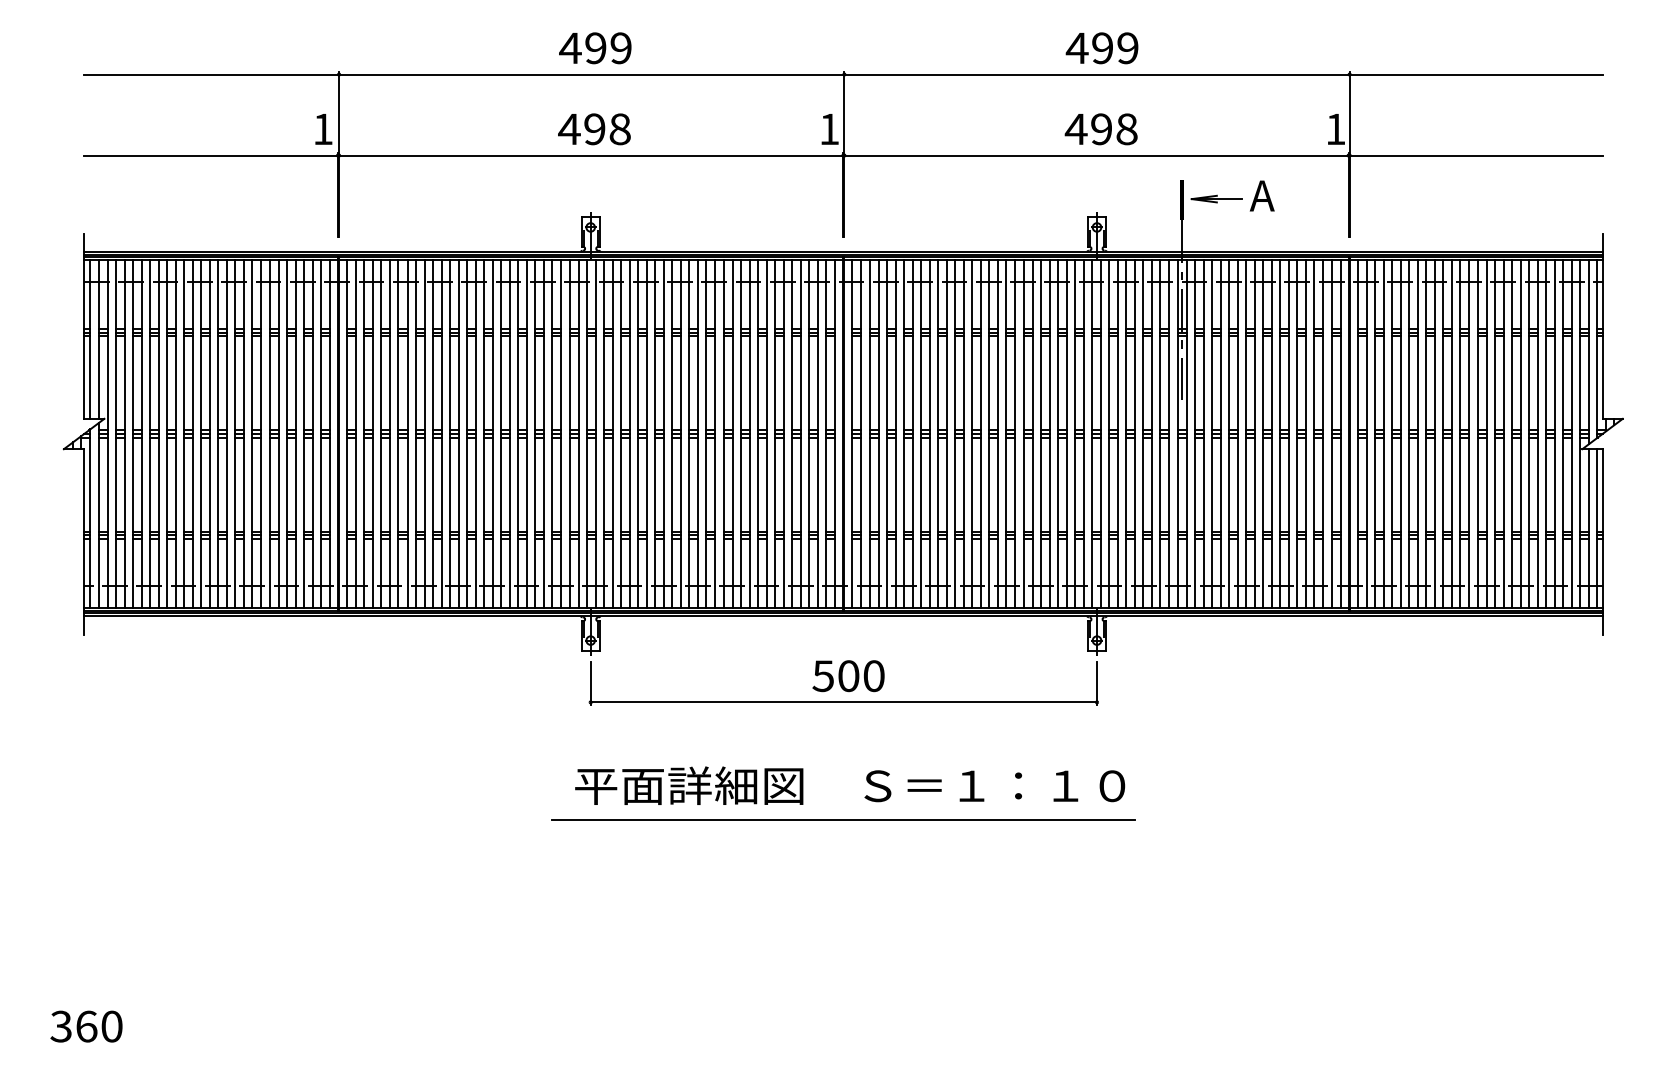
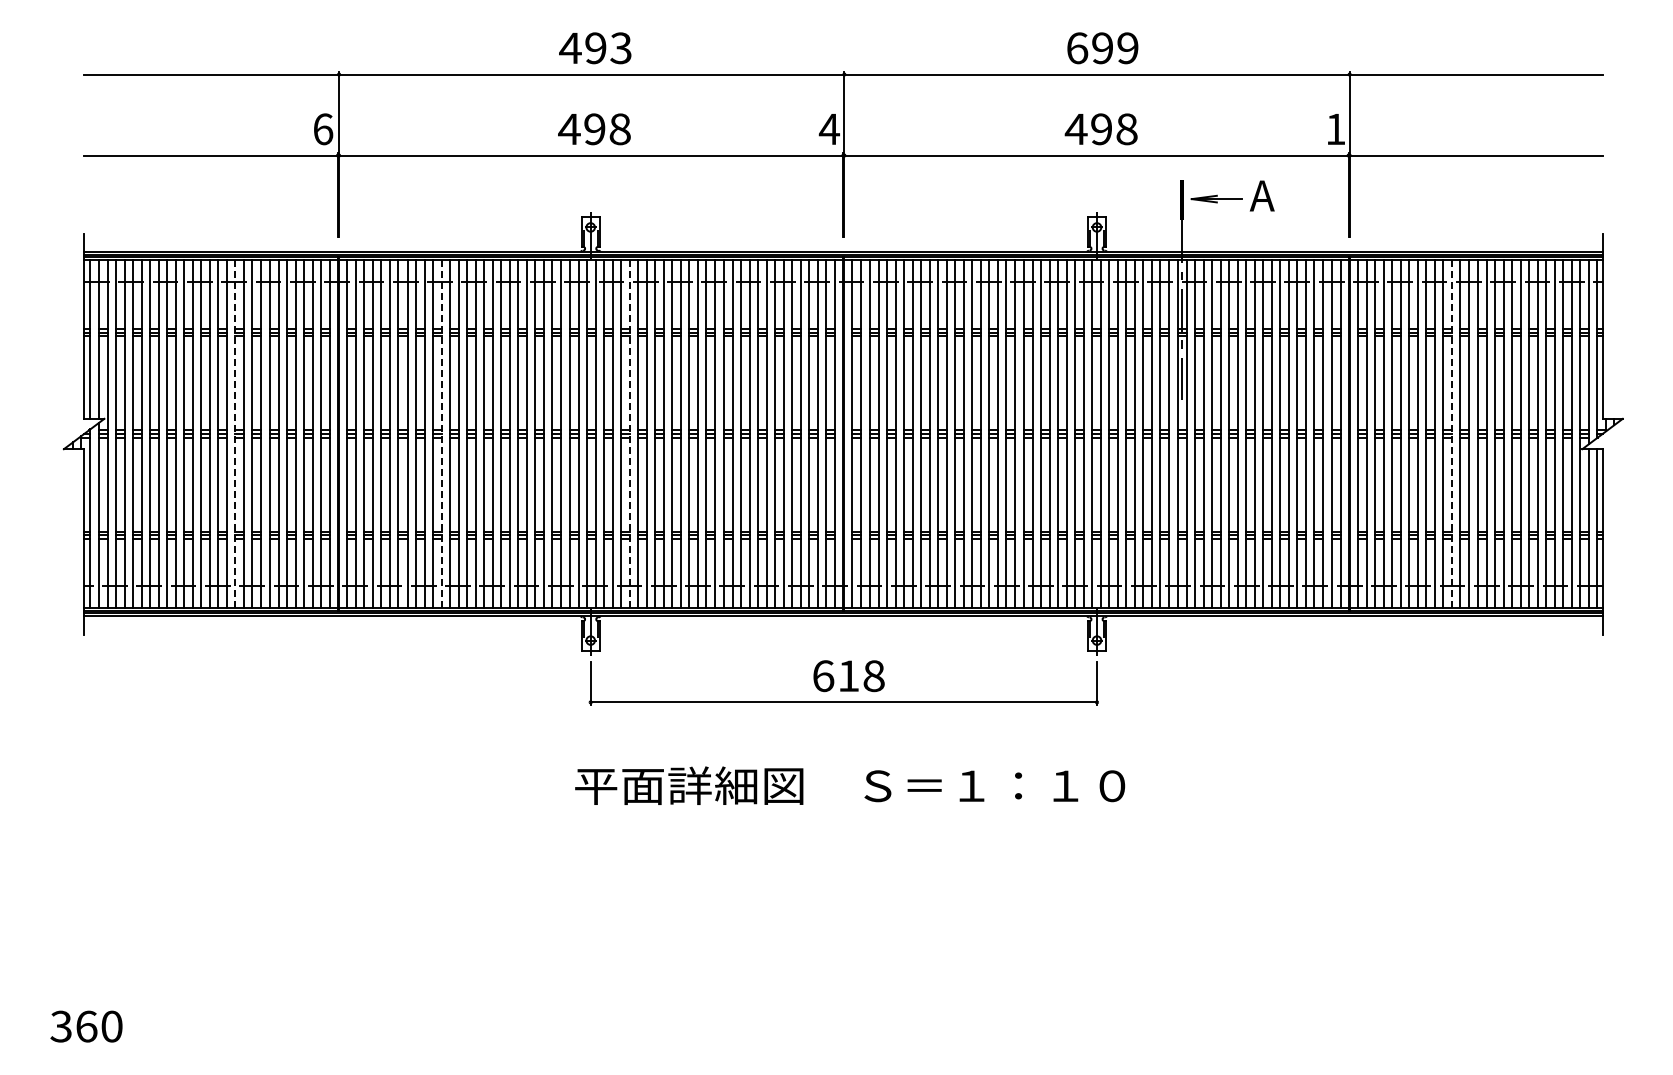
text at (620, 48): 499 -> 493
text at (1076, 48): 499 -> 699
text at (323, 129): 1 -> 6
text at (828, 129): 1 -> 4
line at (235, 434): solid -> dashed
line at (441, 434): solid -> dashed
line at (629, 434): solid -> dashed
line at (1452, 434): solid -> dashed
text at (848, 676): 500 -> 618
line at (843, 820): present -> none
